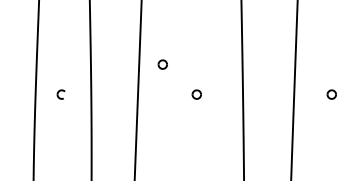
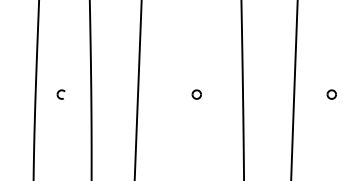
part at (162, 64): present -> none
